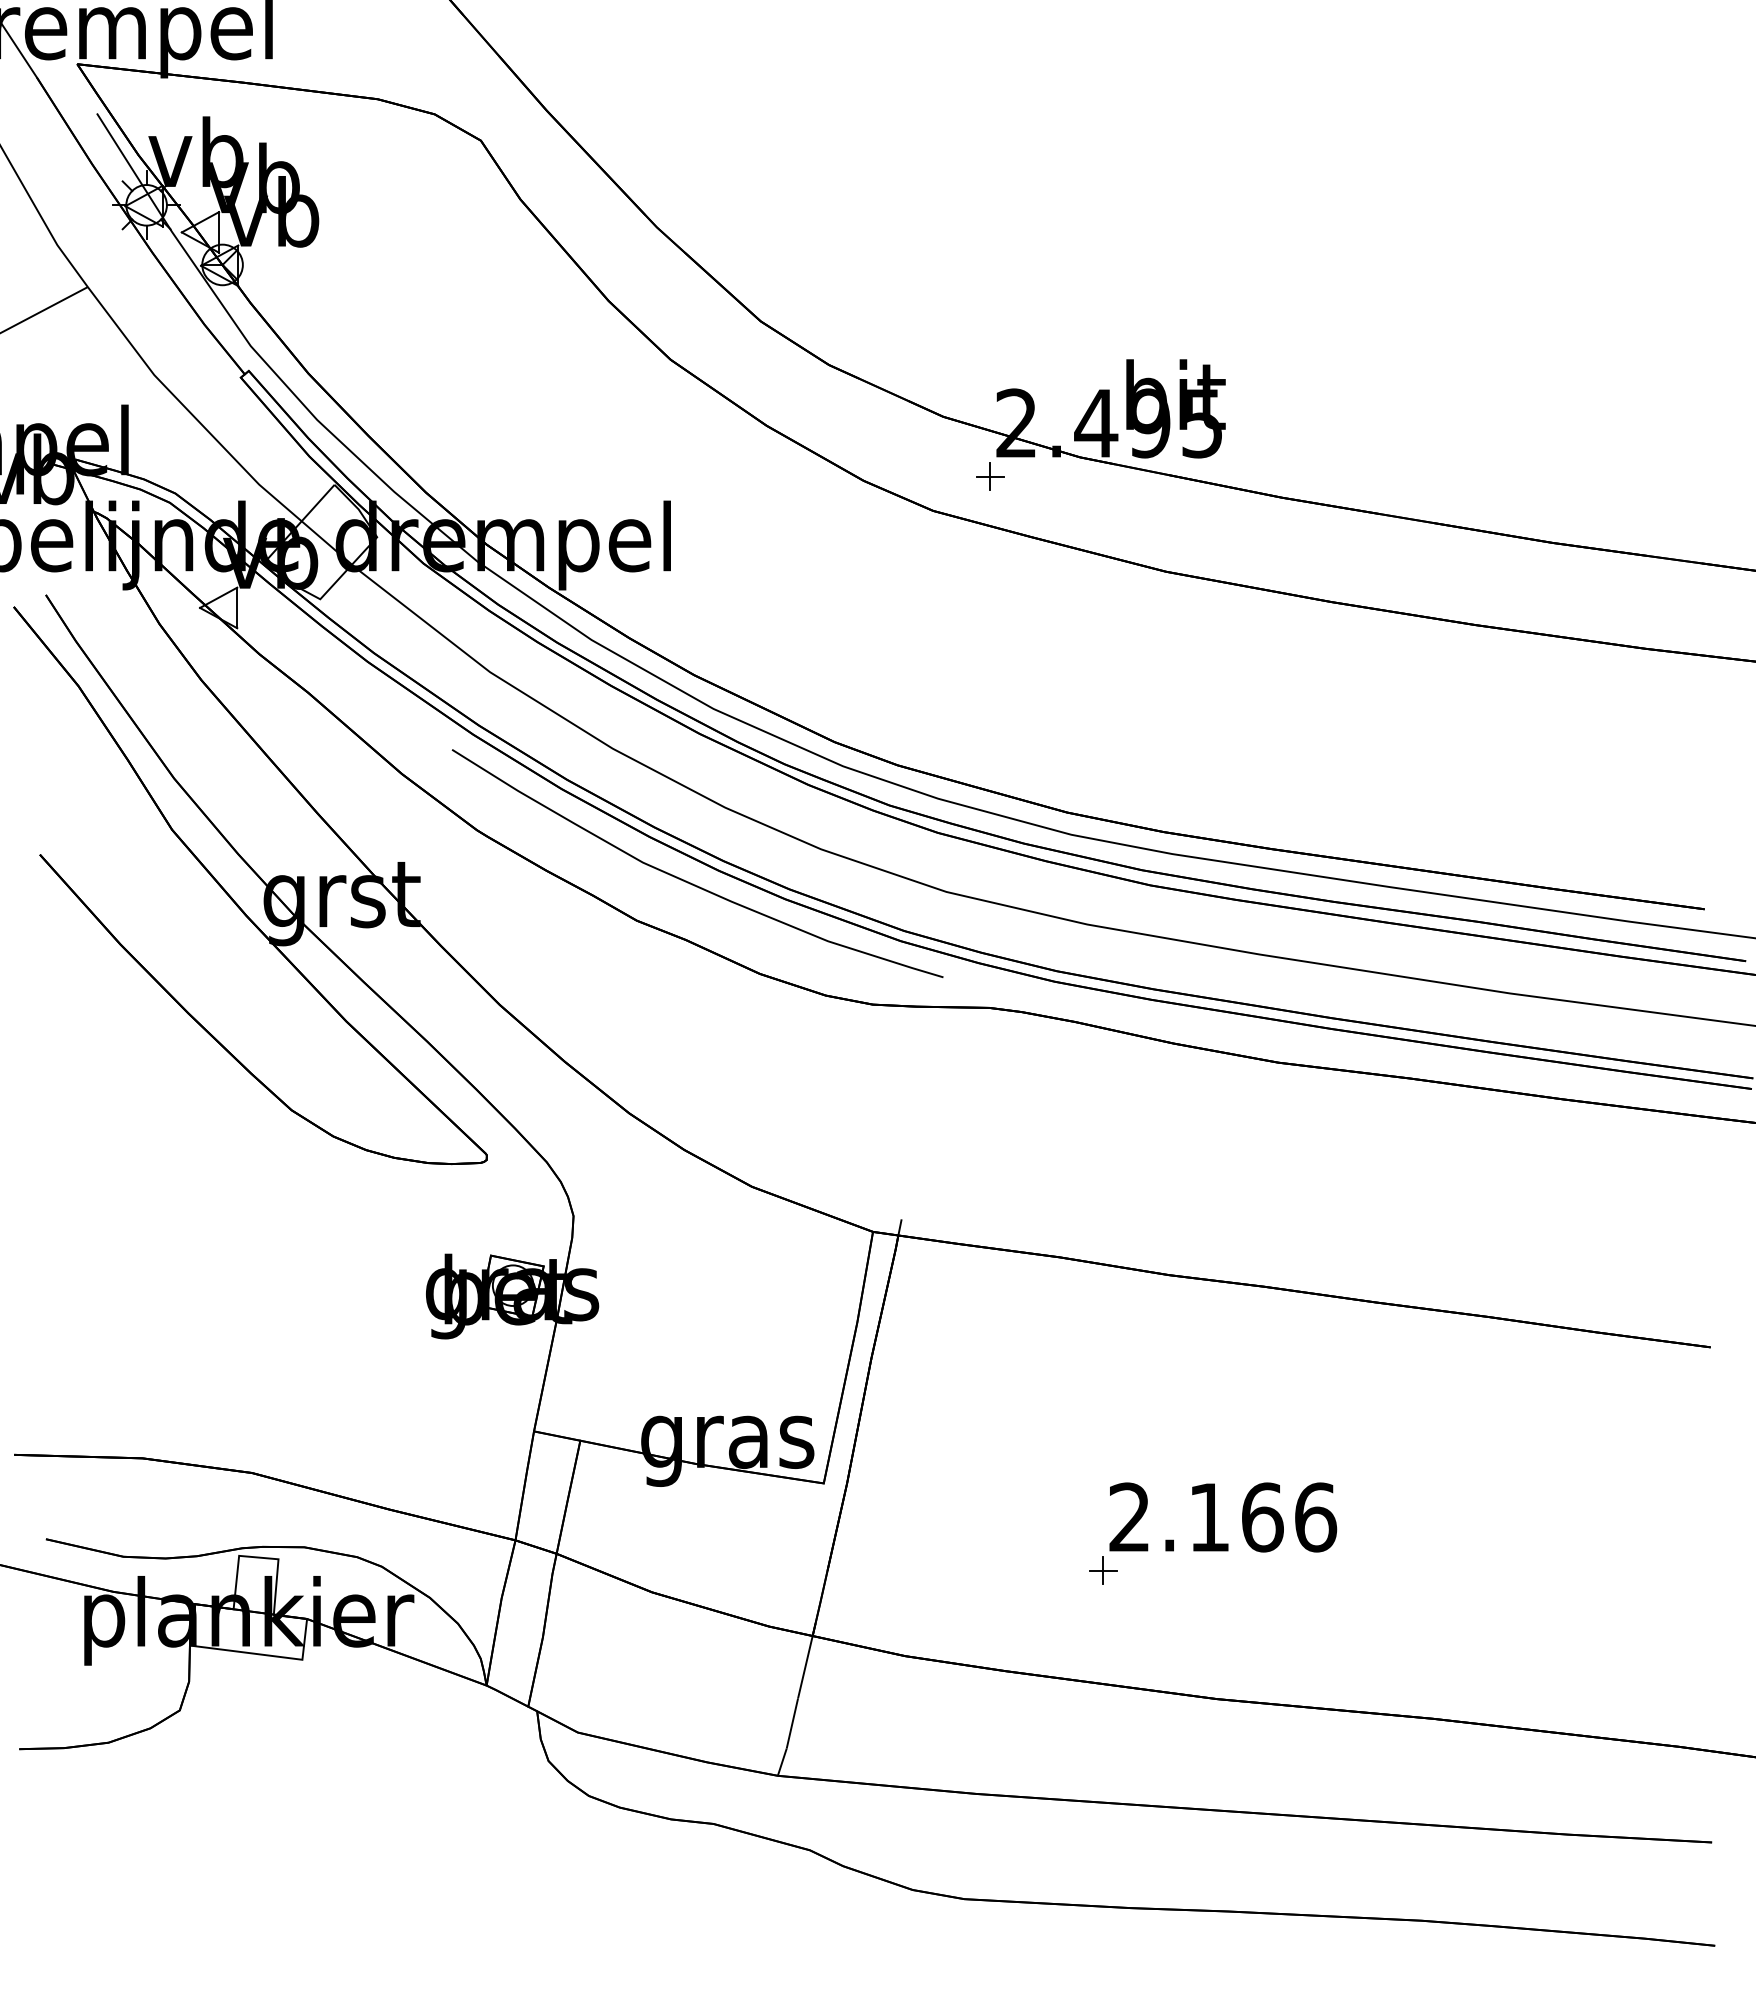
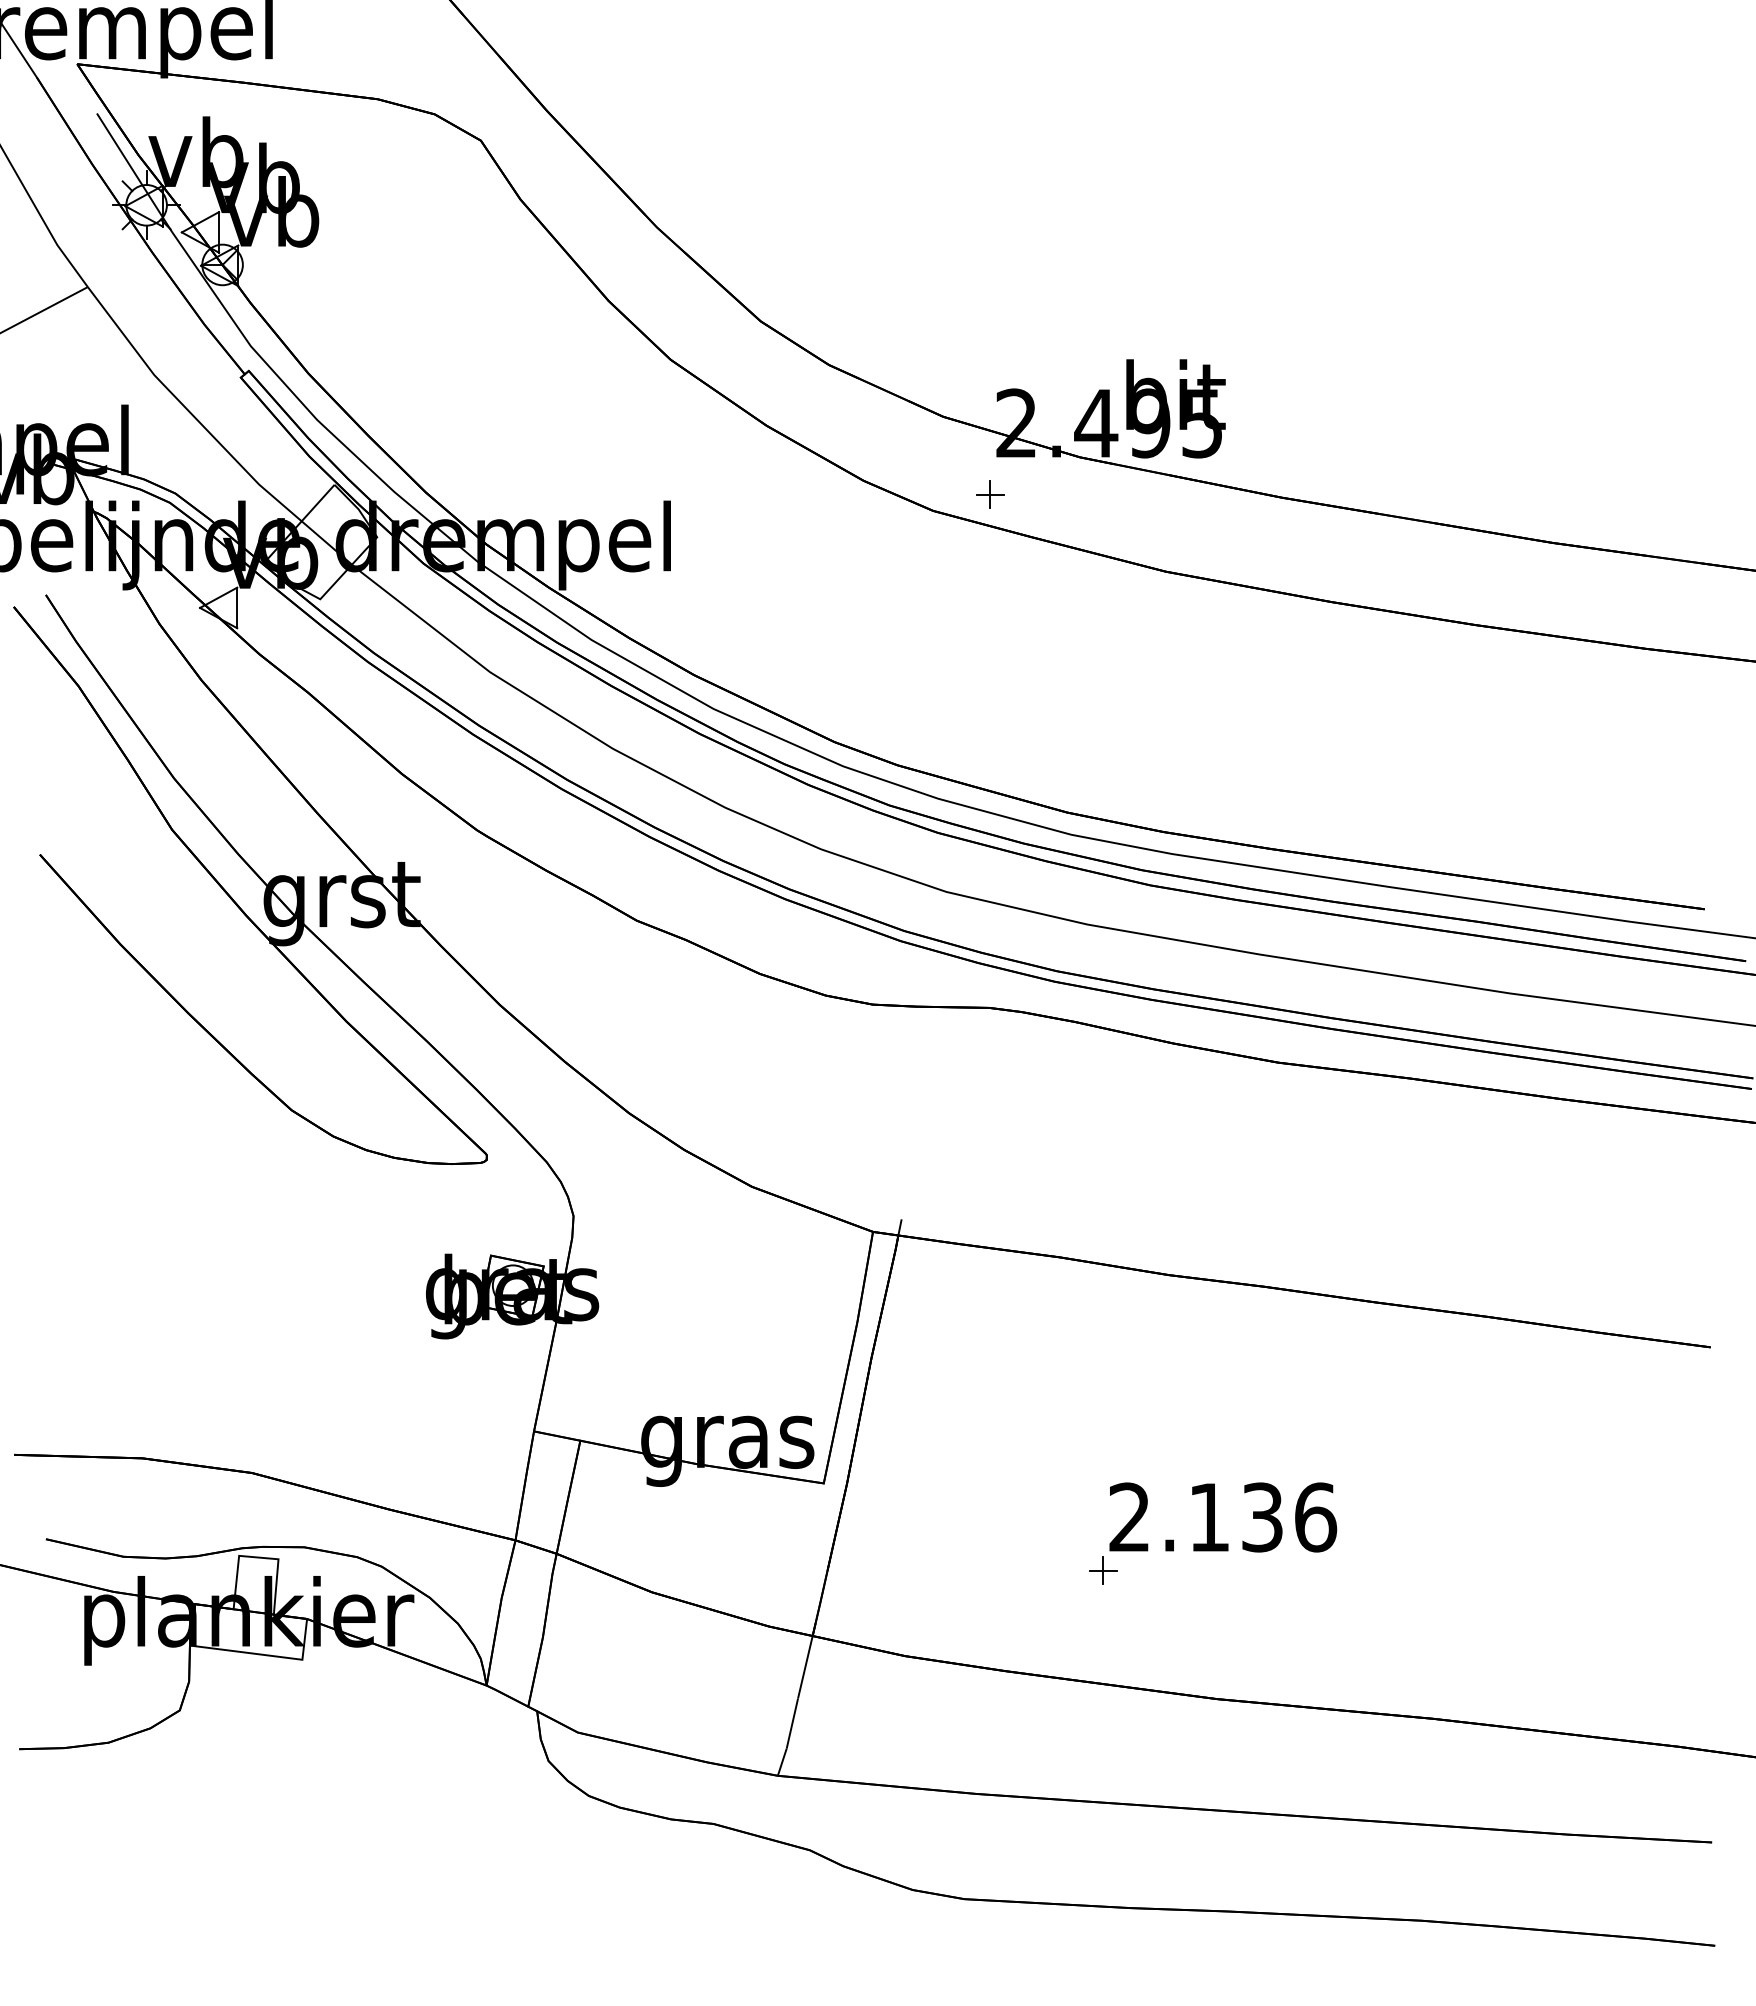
part at (990, 476) position: (990, 476) -> (990, 494)
curve at (688, 881): present -> none
text at (1262, 1517): 2.166 -> 2.136
